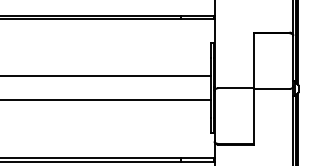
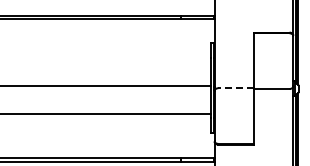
line at (106, 76) position: (106, 76) -> (106, 86)
line at (236, 88): solid -> dashed
line at (106, 100) position: (106, 100) -> (106, 114)
